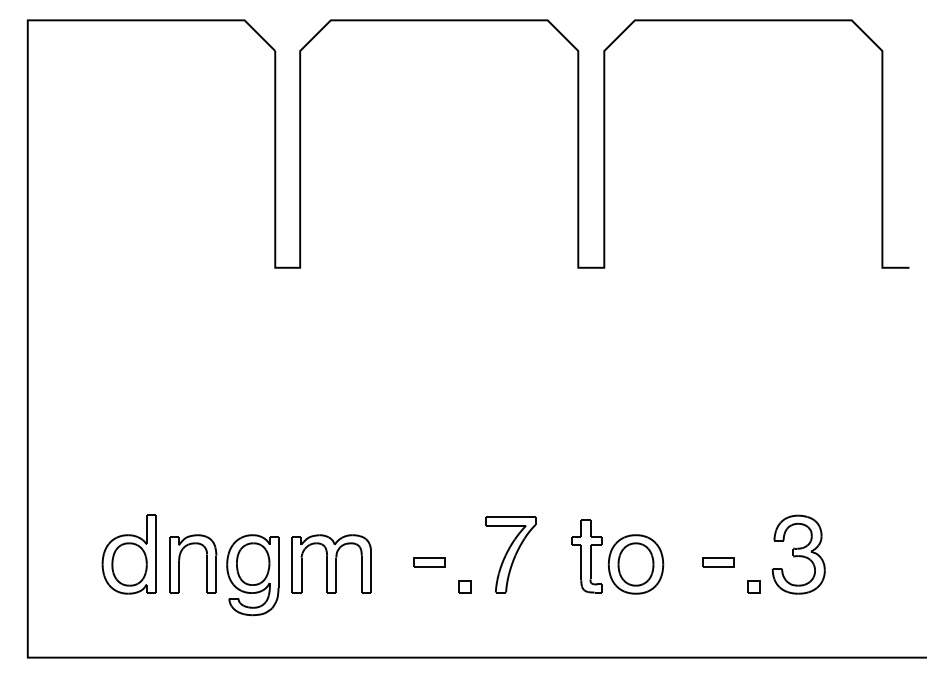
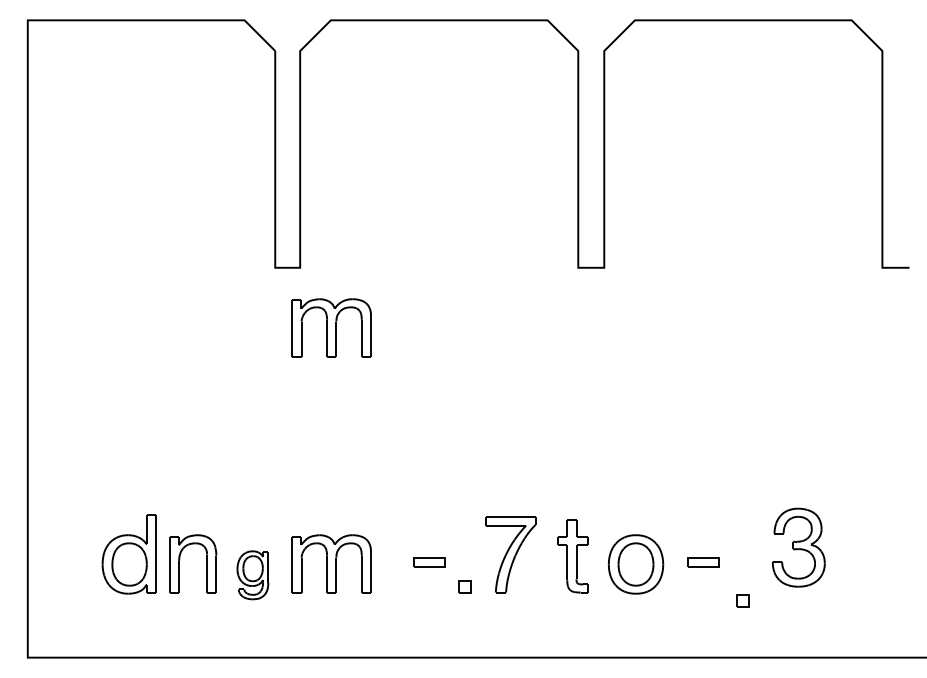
part at (331, 327): none -> present
part at (798, 554) position: (798, 554) -> (798, 547)
part at (586, 556) position: (586, 556) -> (572, 556)
part at (718, 562) position: (718, 562) -> (703, 562)
part at (252, 575) size: 54x83 px -> 34x51 px
part at (753, 586) position: (753, 586) -> (742, 600)
